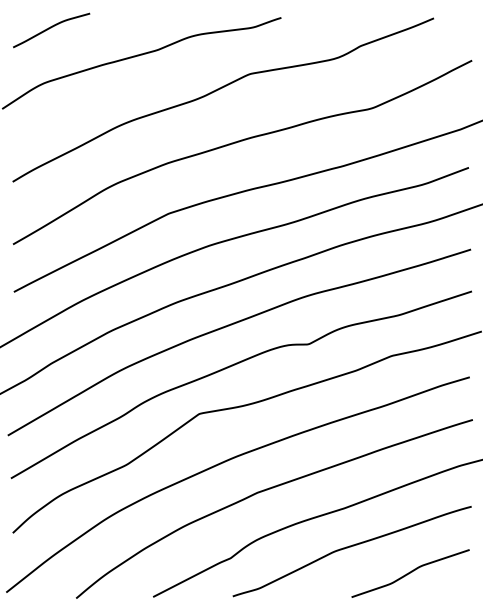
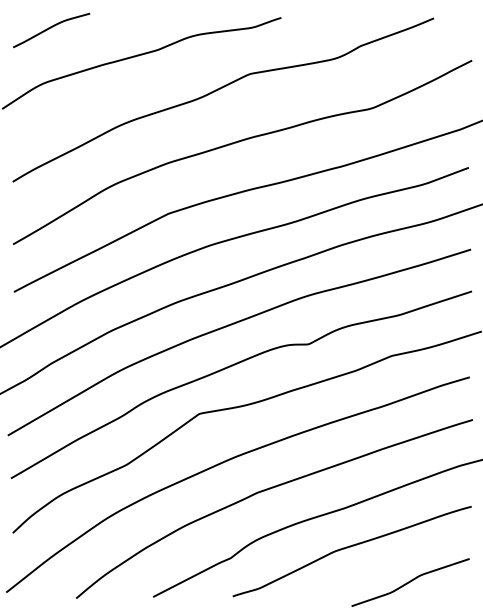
curve at (410, 573) position: (410, 573) -> (410, 582)
